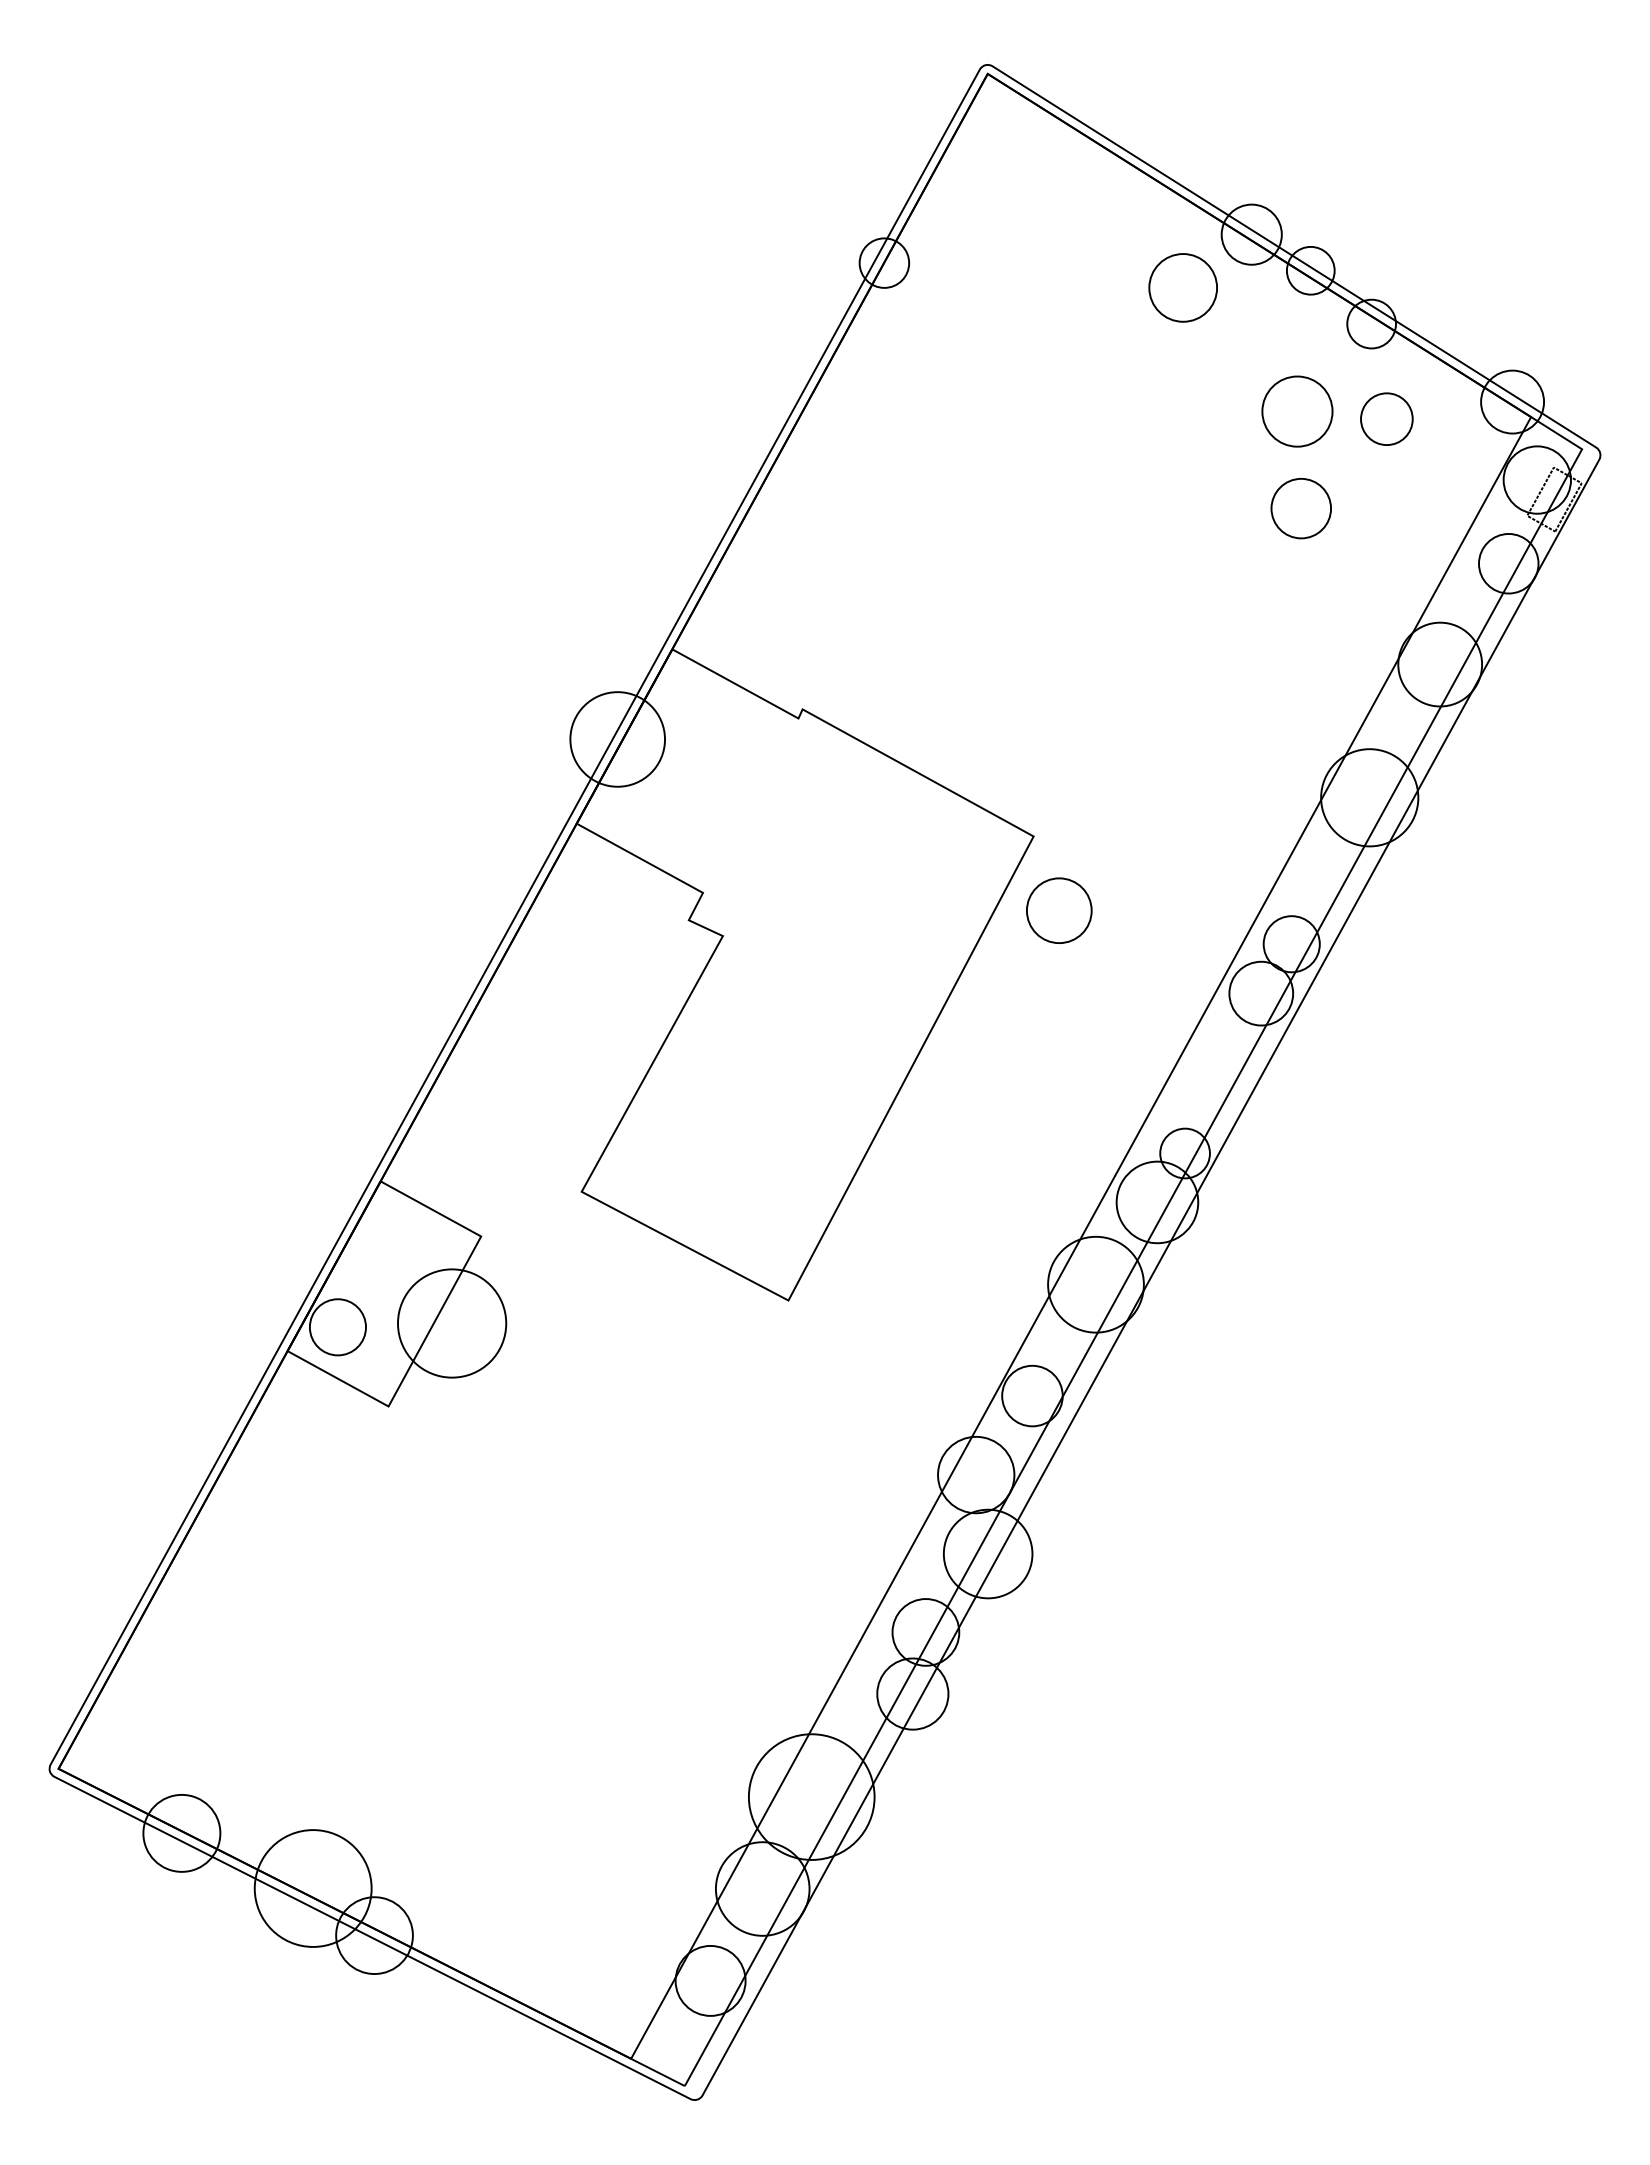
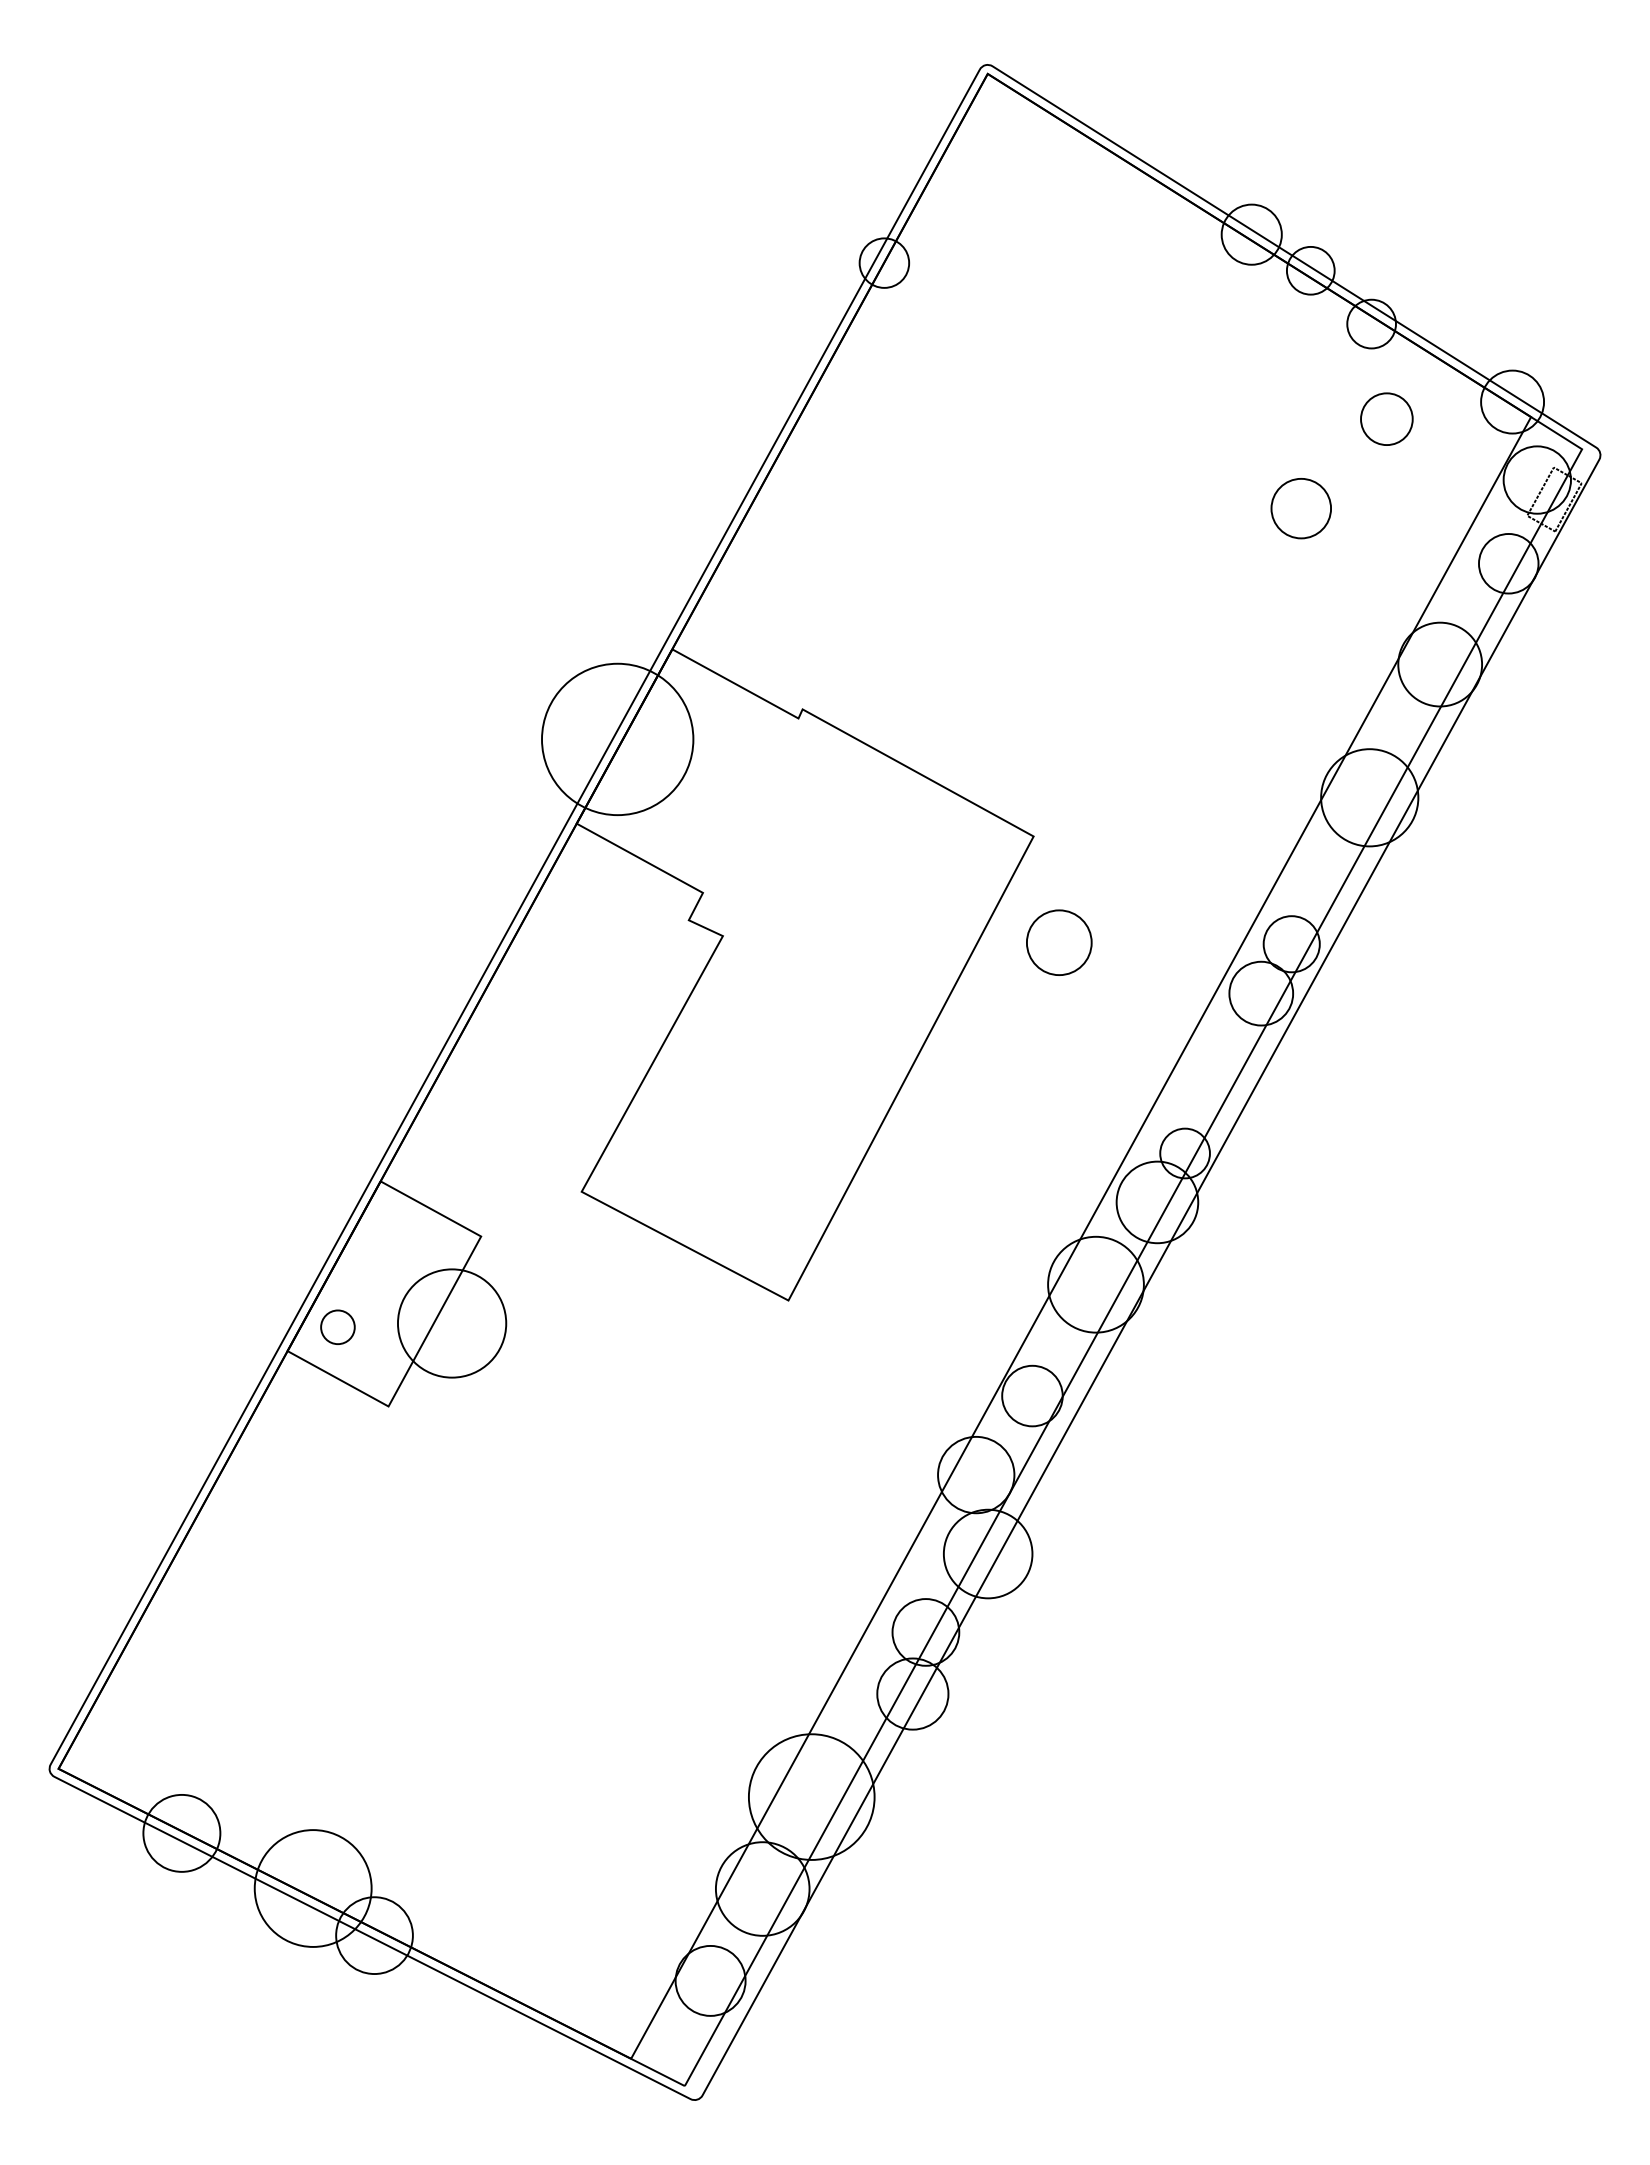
circle at (1182, 287): present -> none
circle at (1297, 411): present -> none
circle at (617, 739) diameter: 95 px -> 151 px
circle at (1059, 910) position: (1059, 910) -> (1059, 942)
circle at (337, 1327) diameter: 56 px -> 34 px
